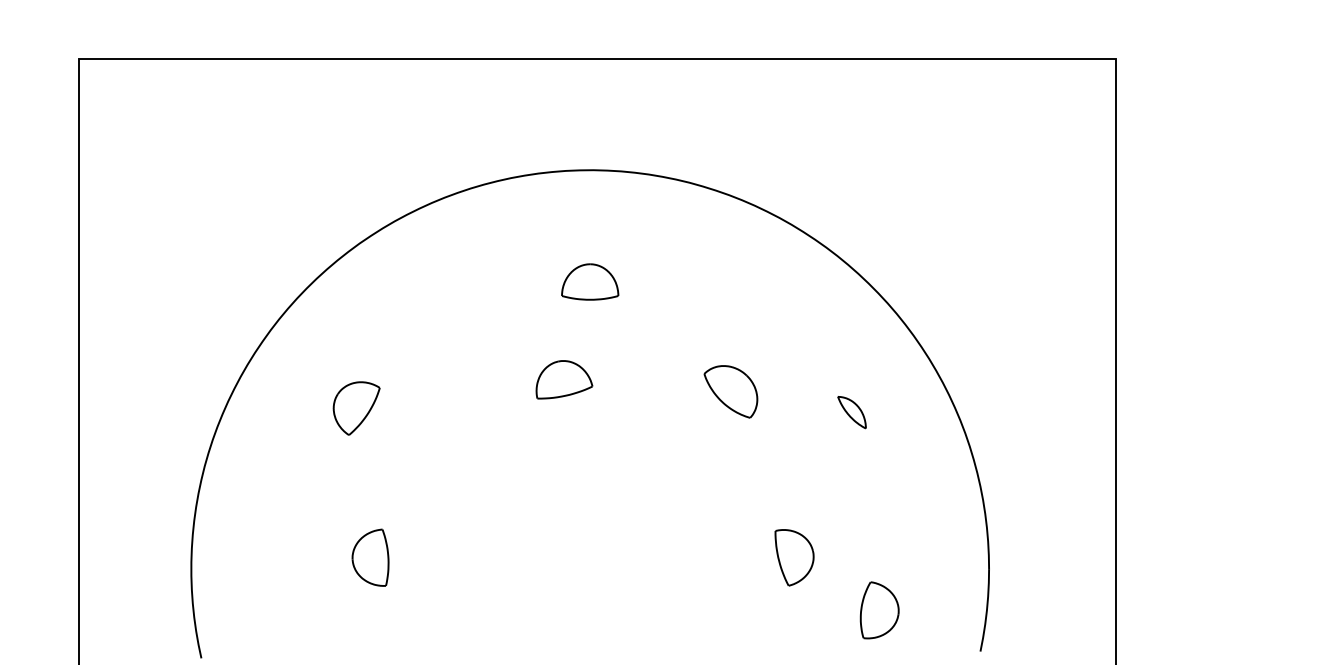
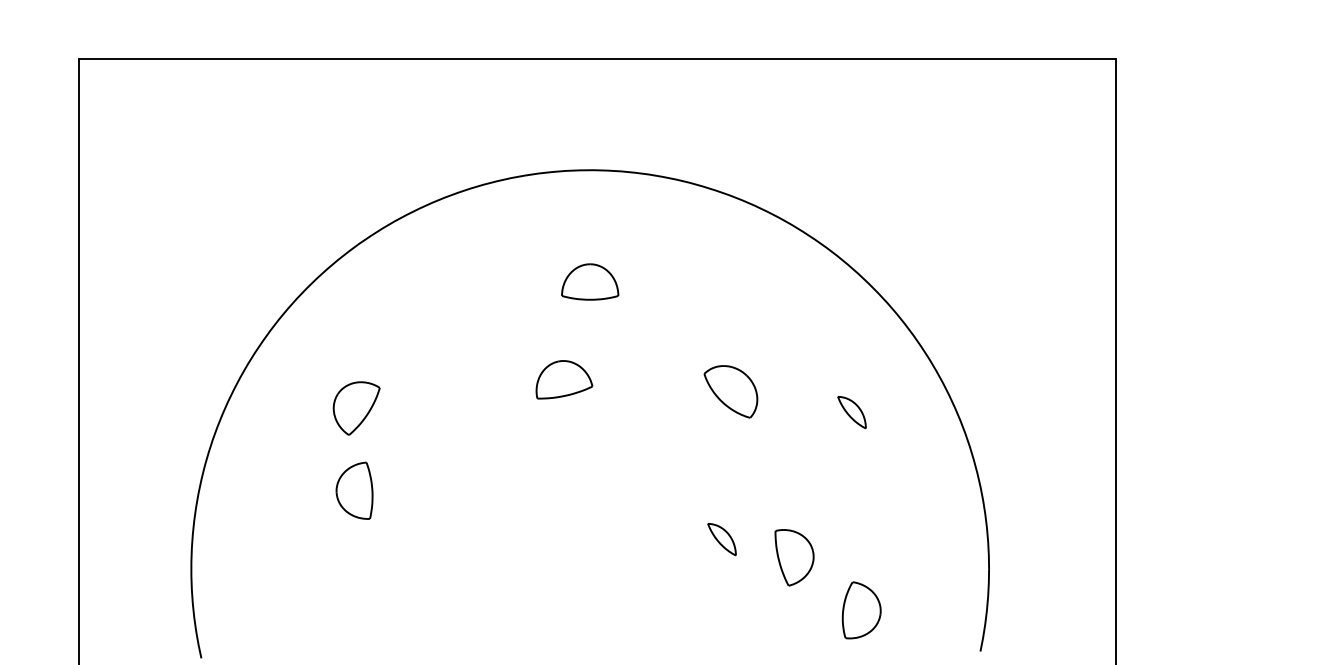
part at (721, 539): none -> present
part at (370, 557) position: (370, 557) -> (354, 490)
part at (879, 610) position: (879, 610) -> (861, 610)
